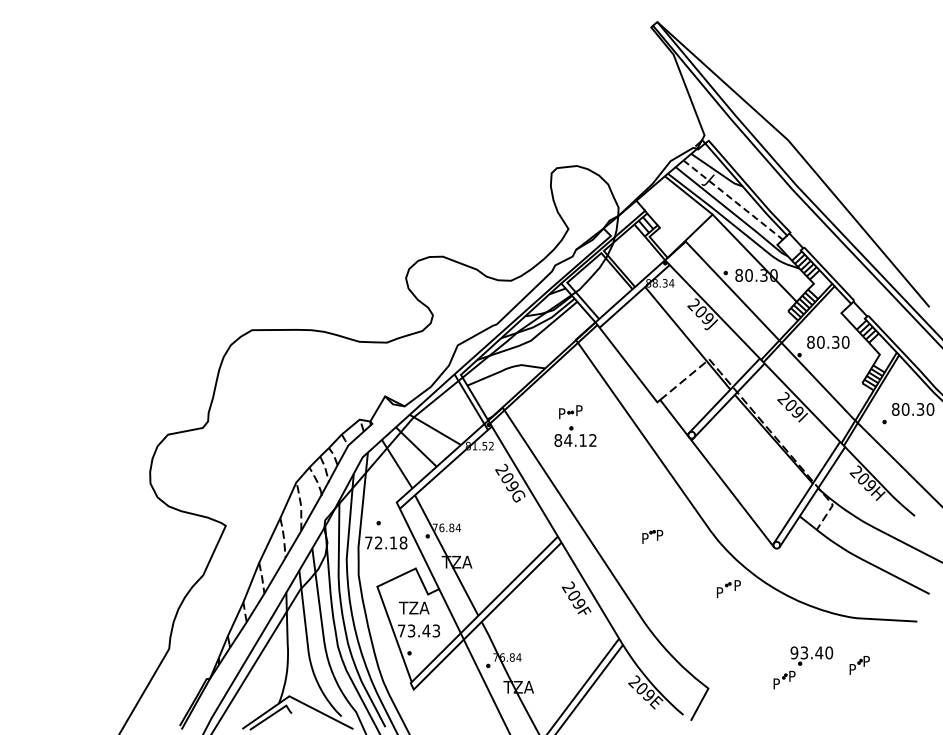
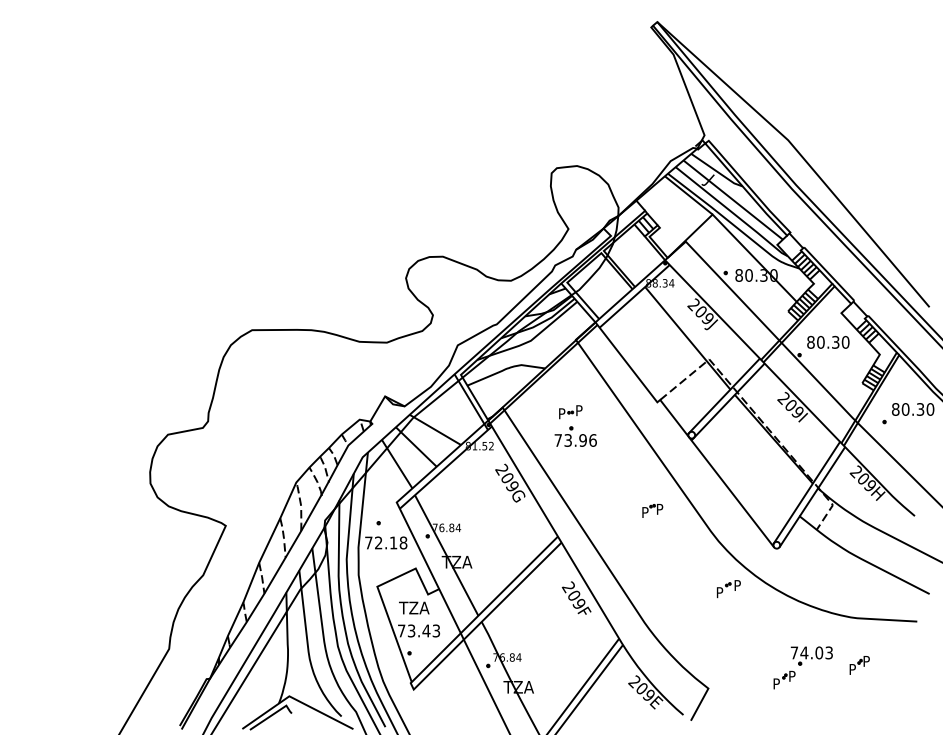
line at (733, 200): dashed -> solid
text at (575, 440): 84.12 -> 73.96
part at (652, 536) position: (652, 536) -> (652, 510)
text at (811, 652): 93.40 -> 74.03
